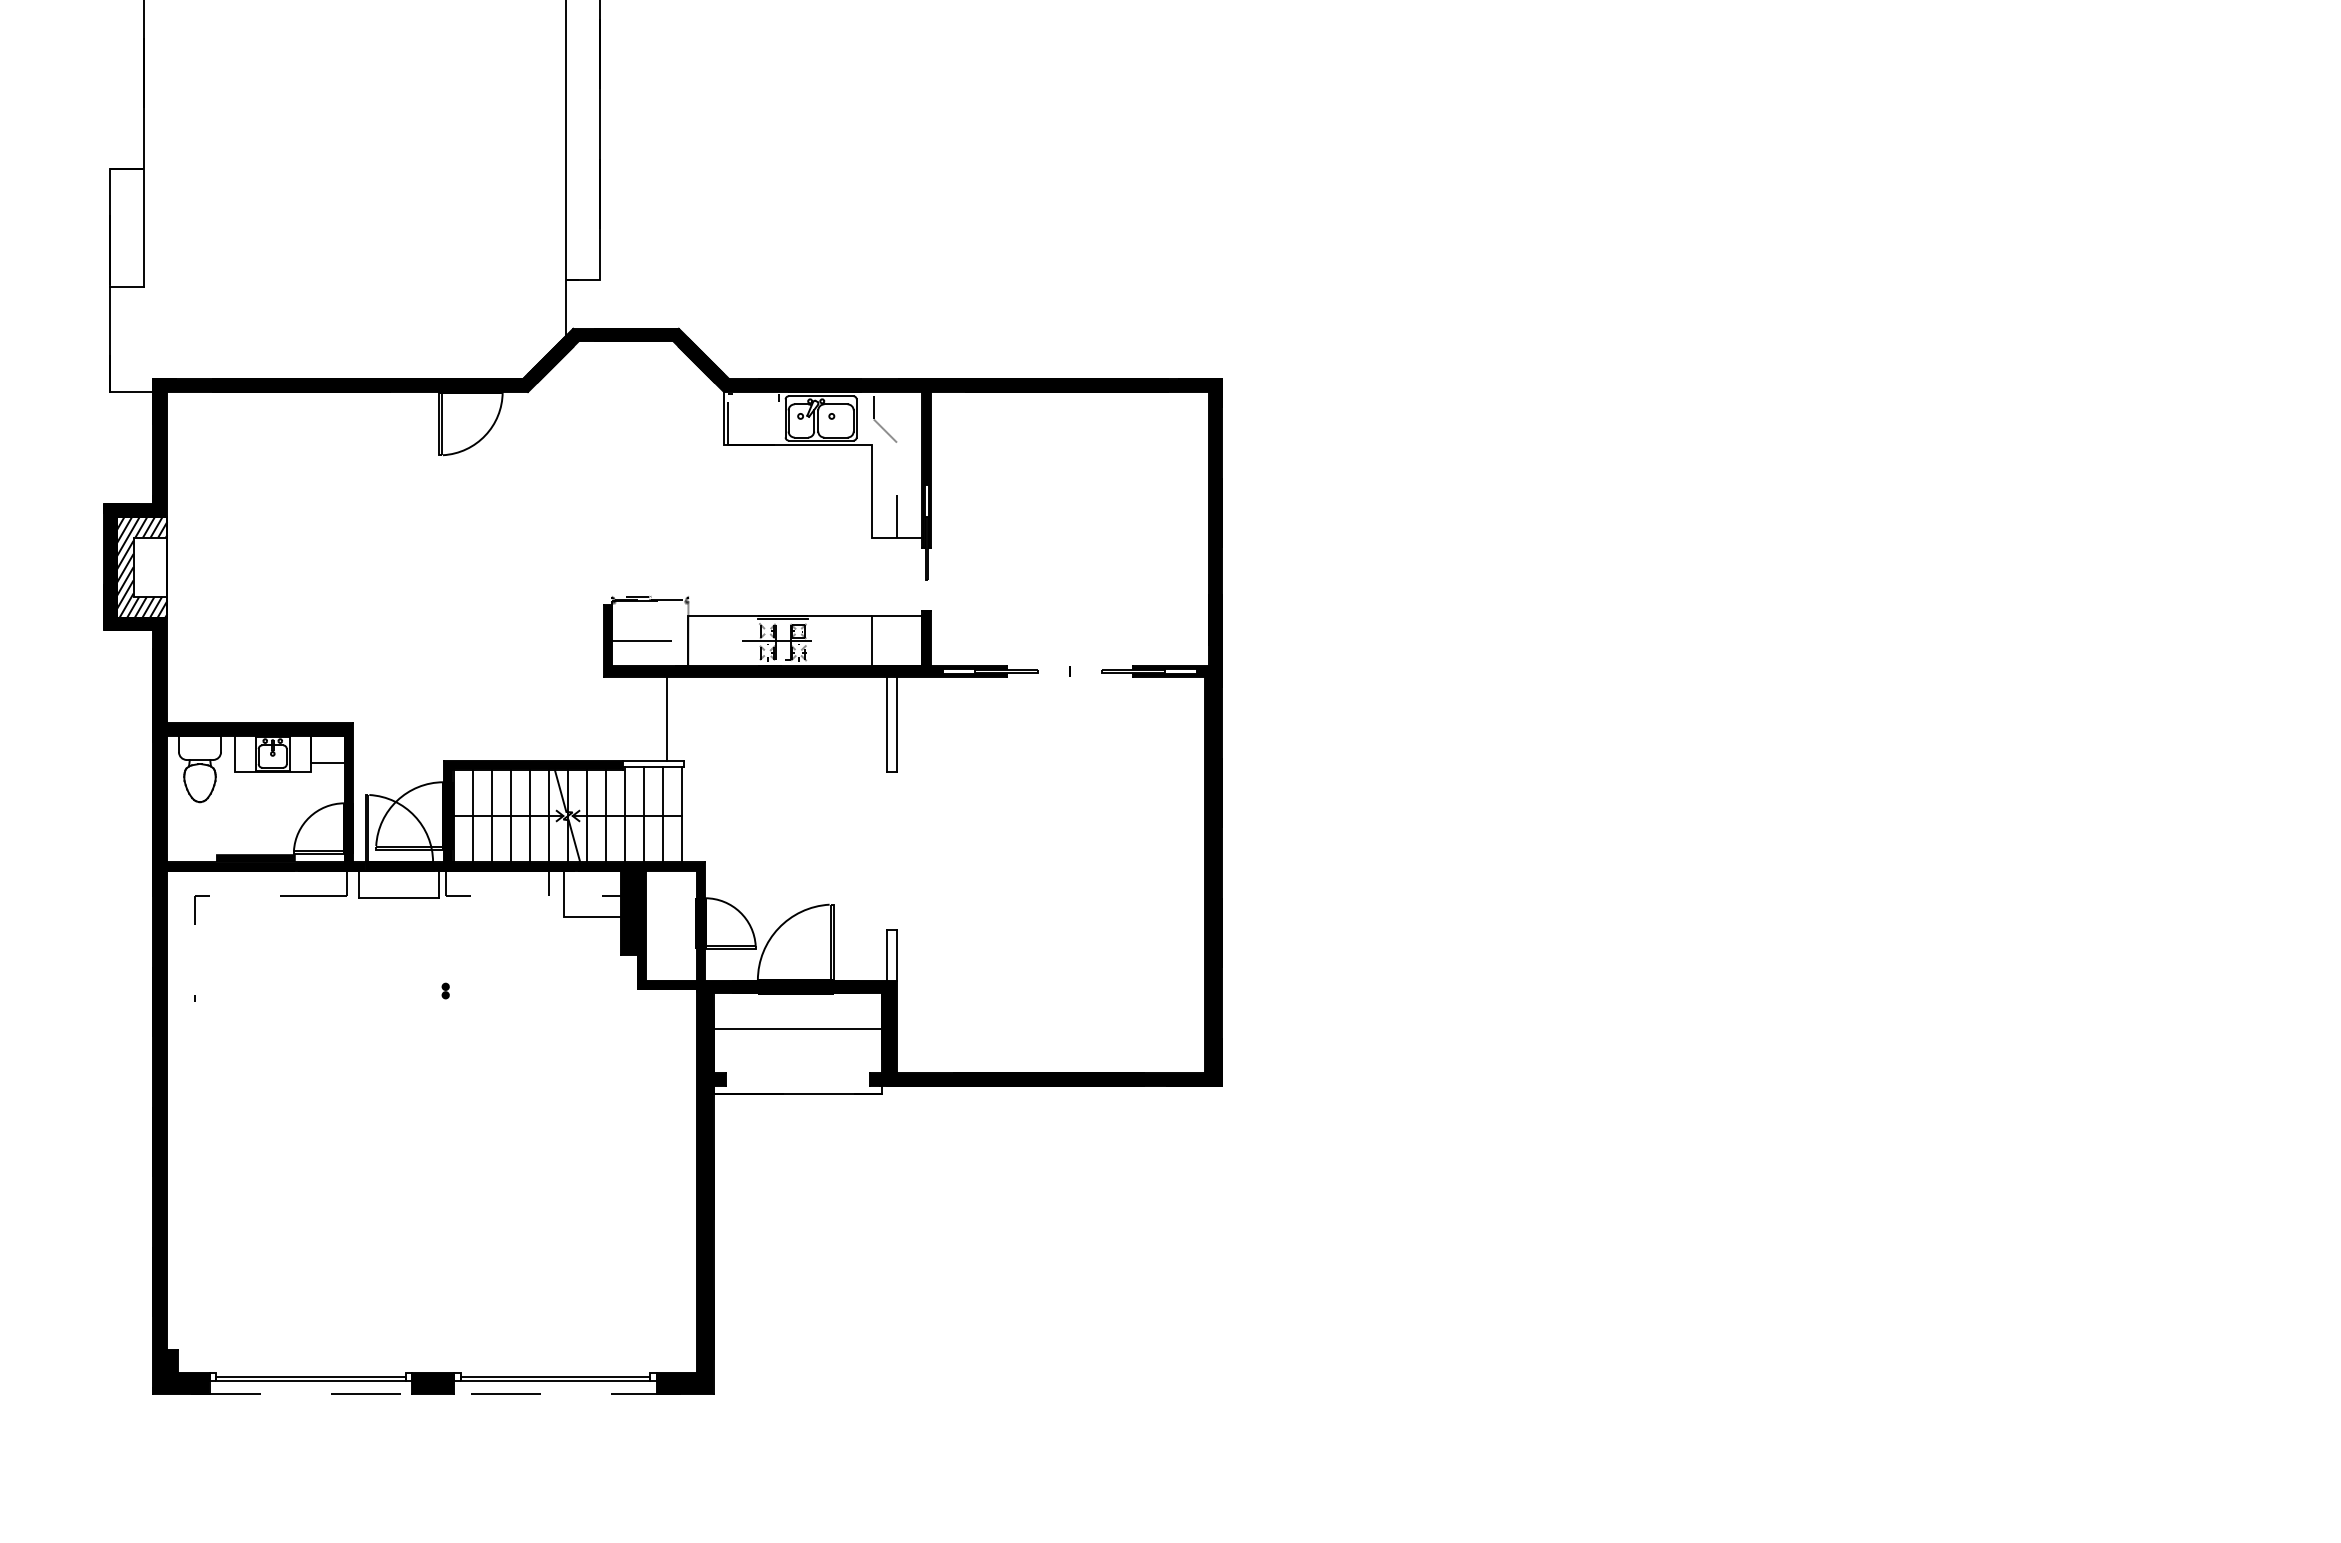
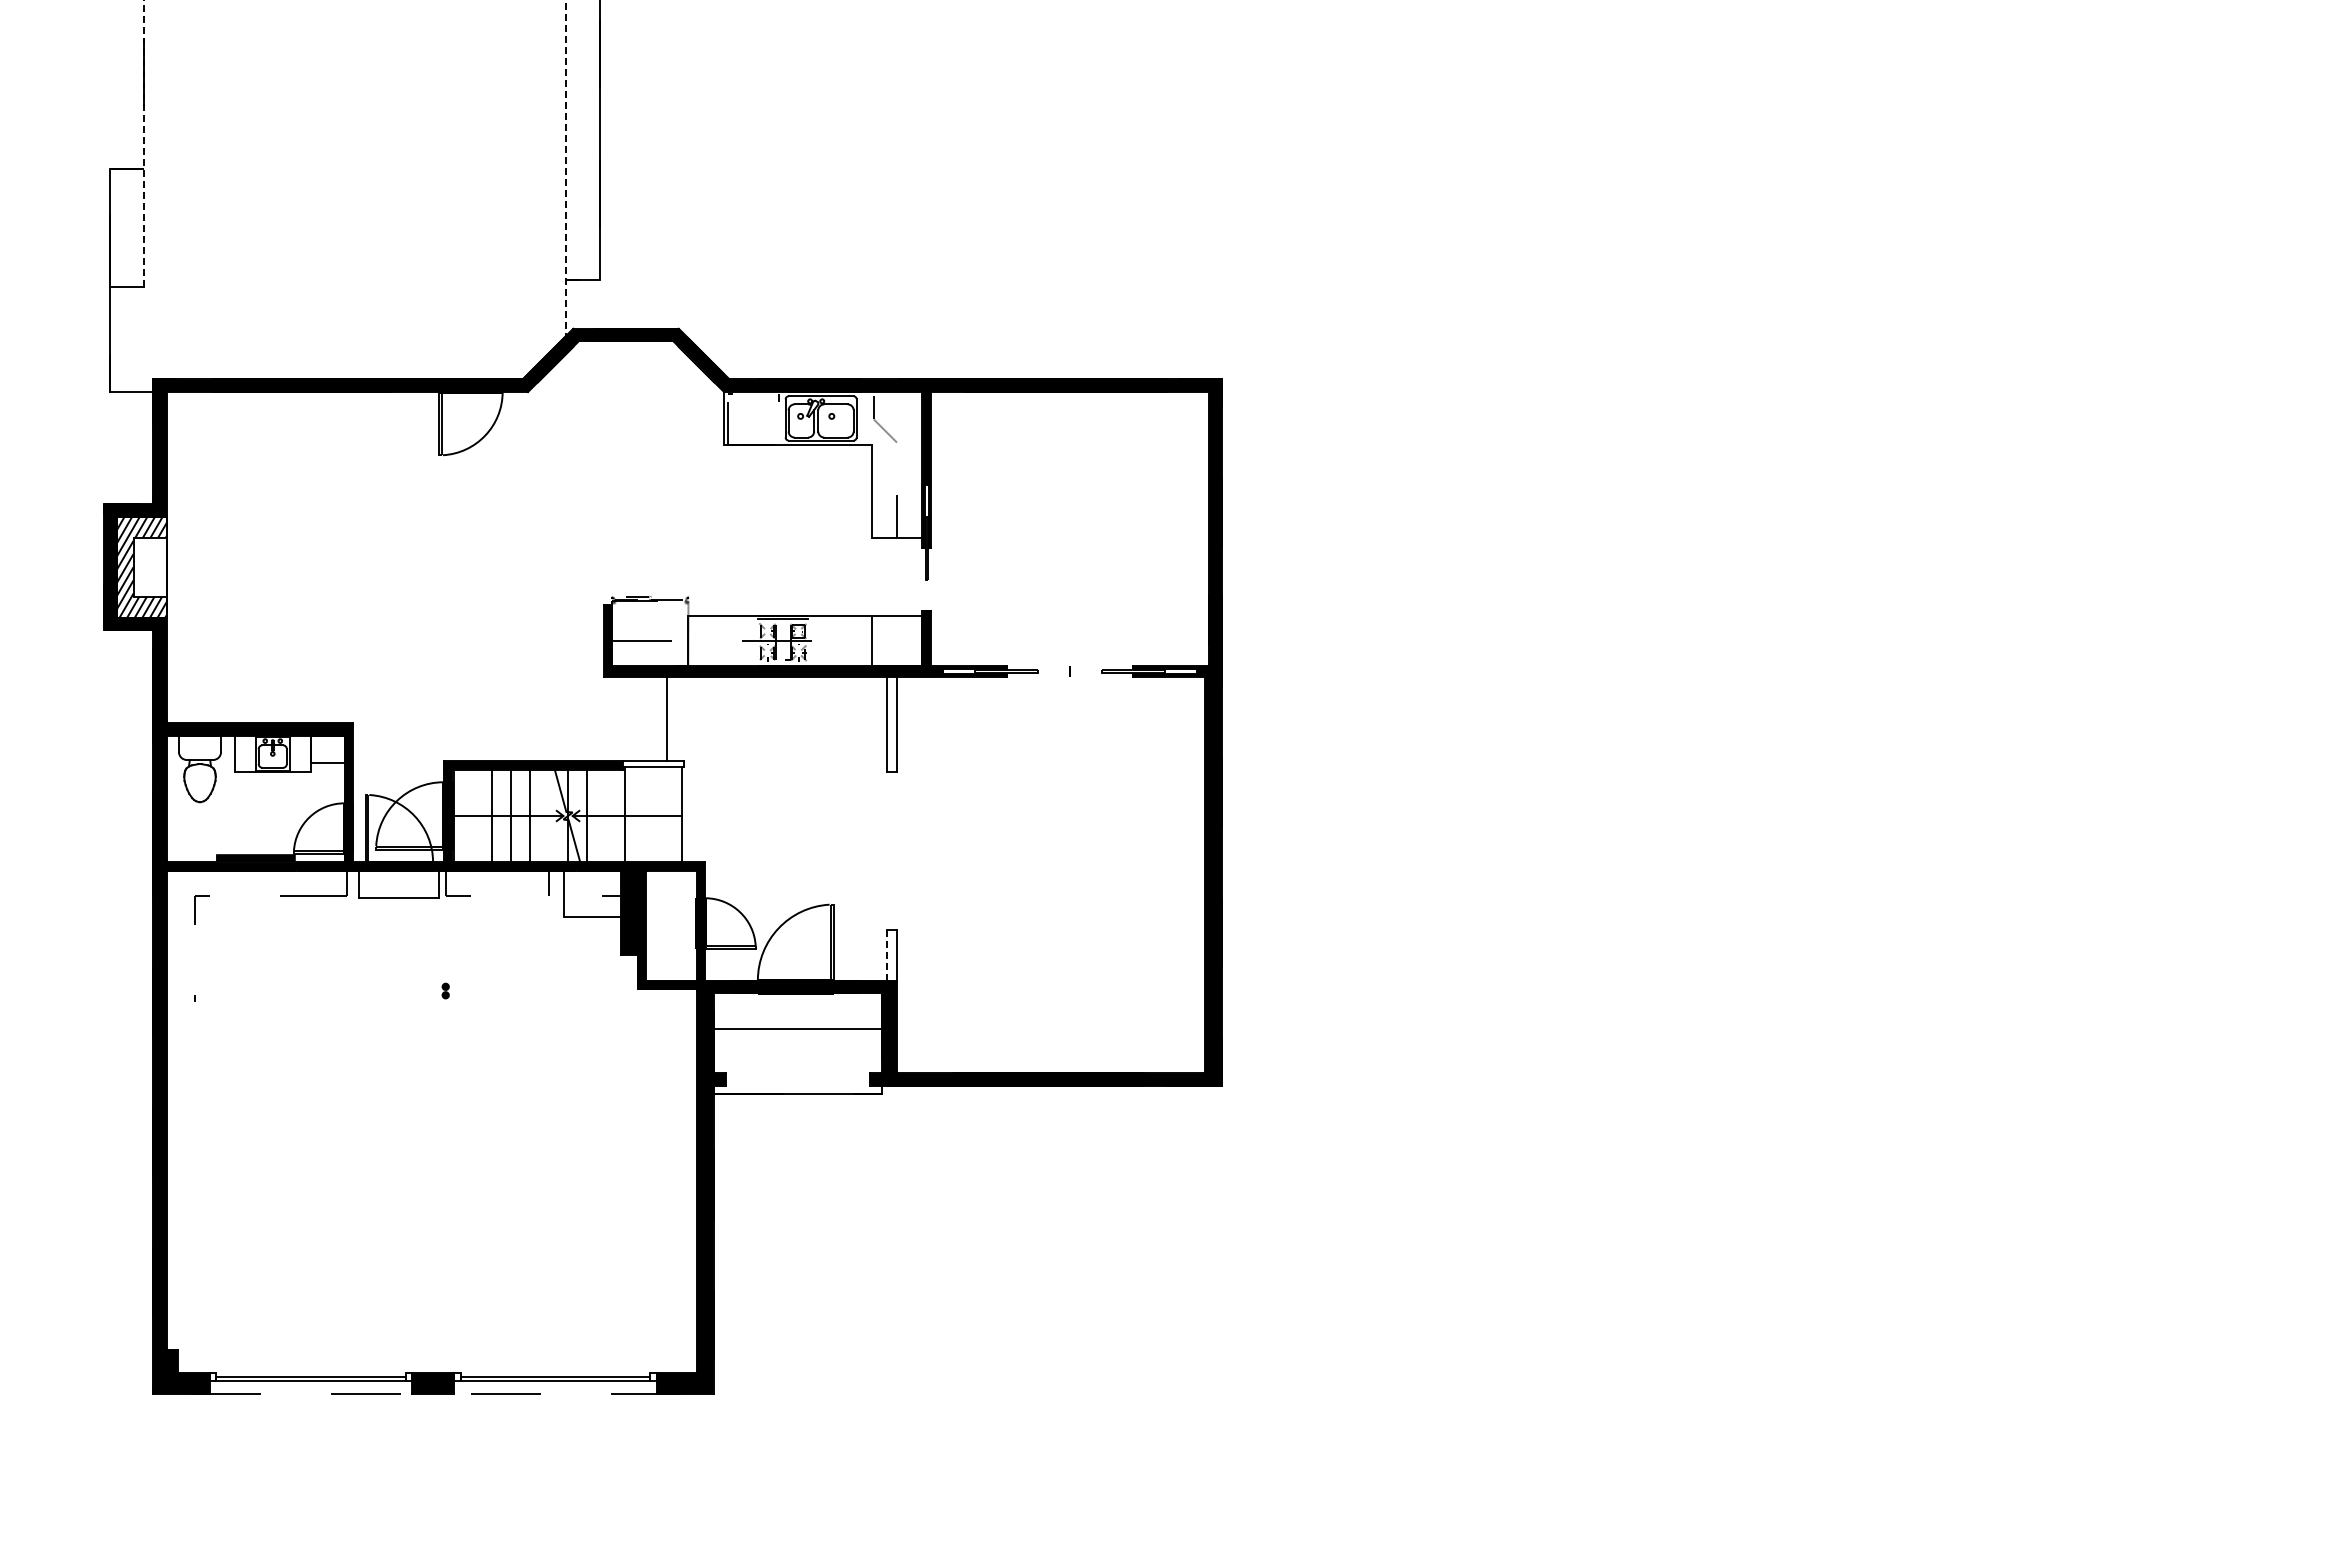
line at (144, 142): solid -> dashed
line at (565, 168): solid -> dashed
line at (643, 814): present -> none
line at (662, 814): present -> none
line at (473, 815): present -> none
line at (549, 815): present -> none
line at (606, 815): present -> none
line at (886, 954): solid -> dashed
